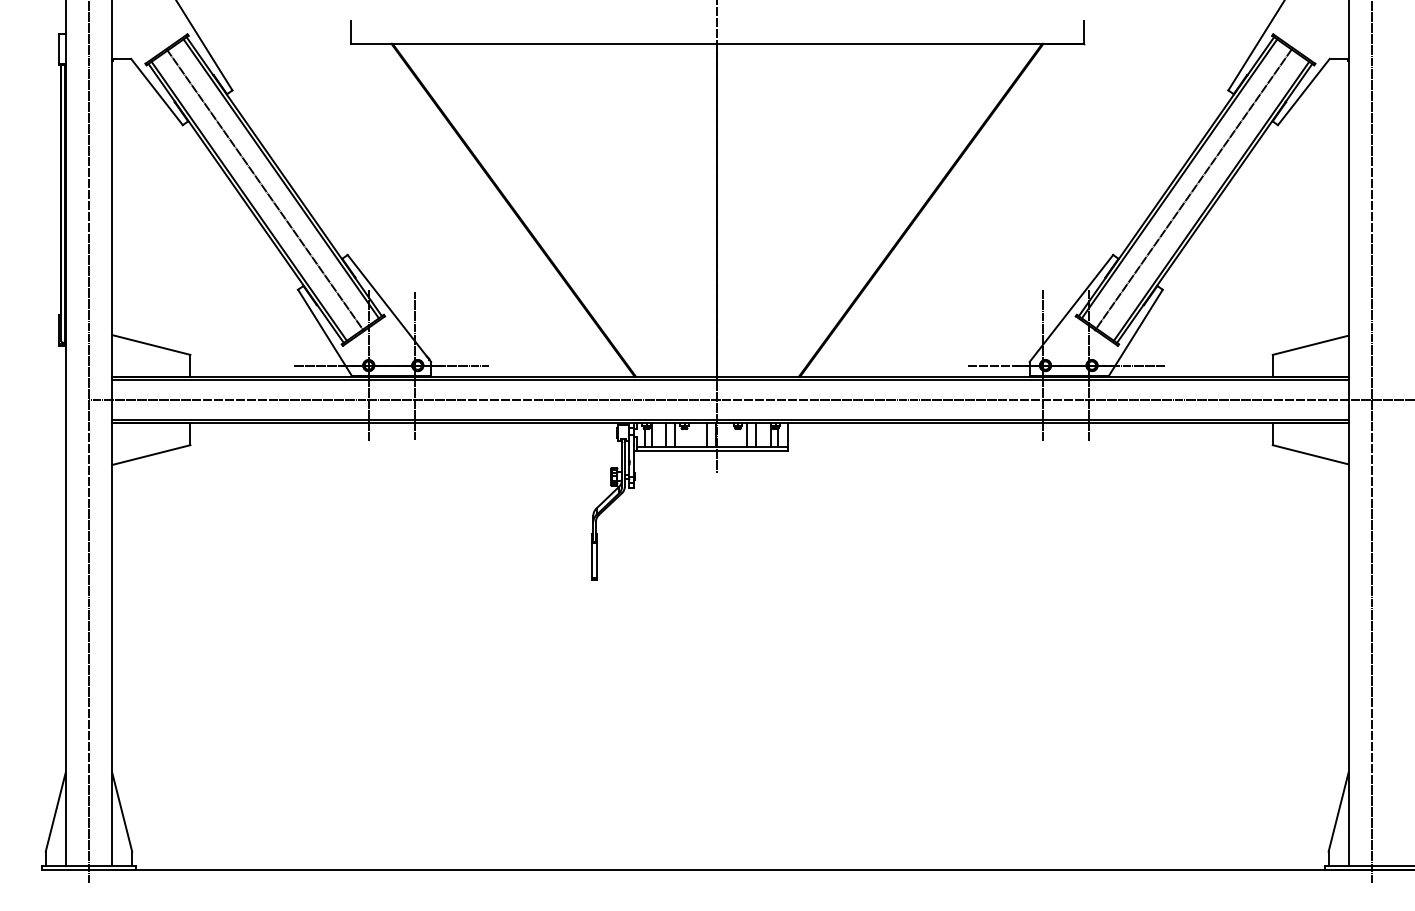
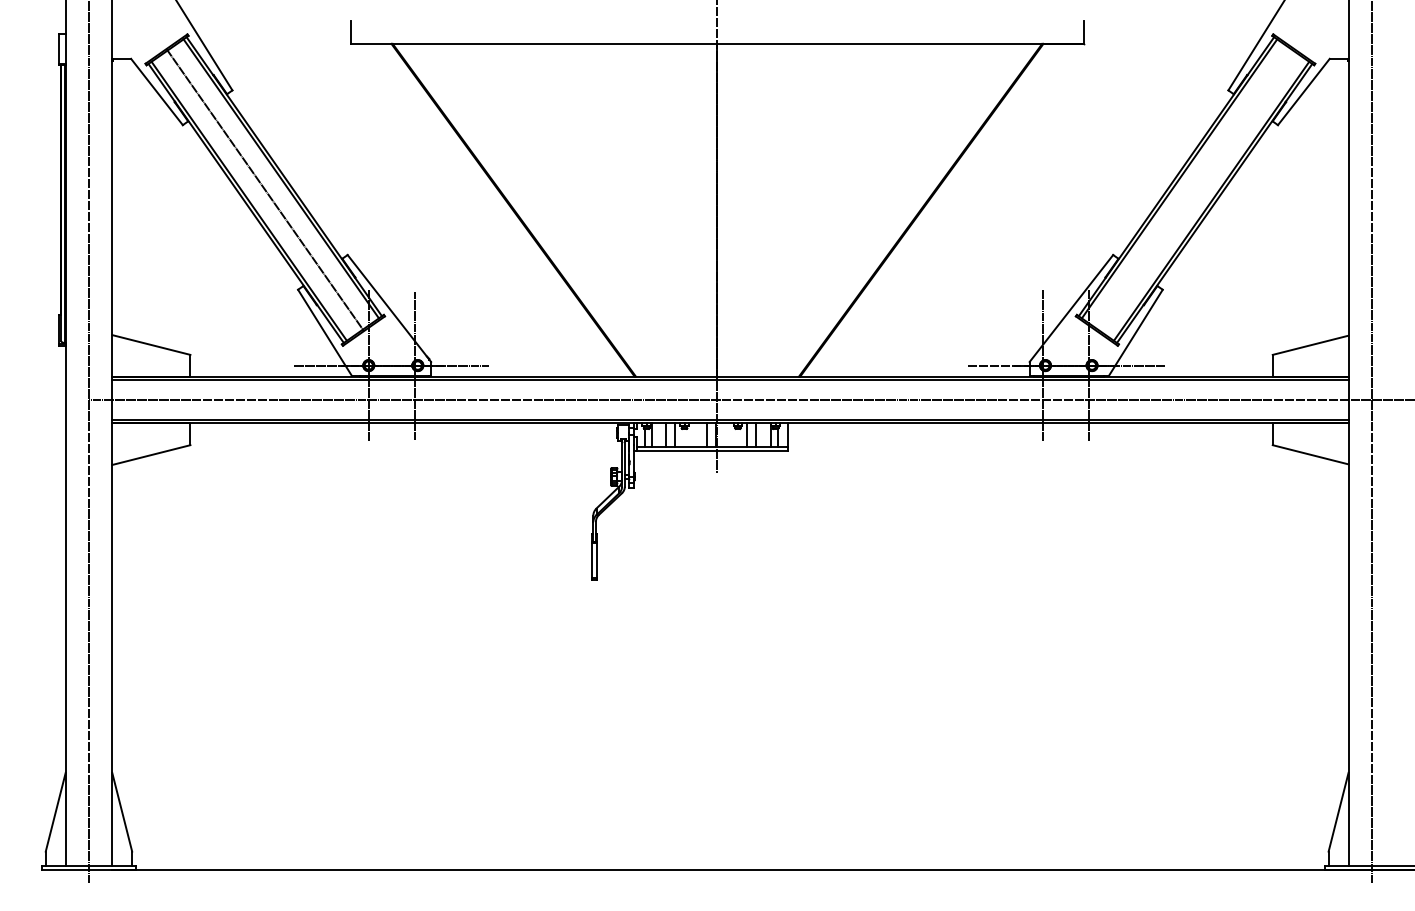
line at (1193, 190): present -> none
